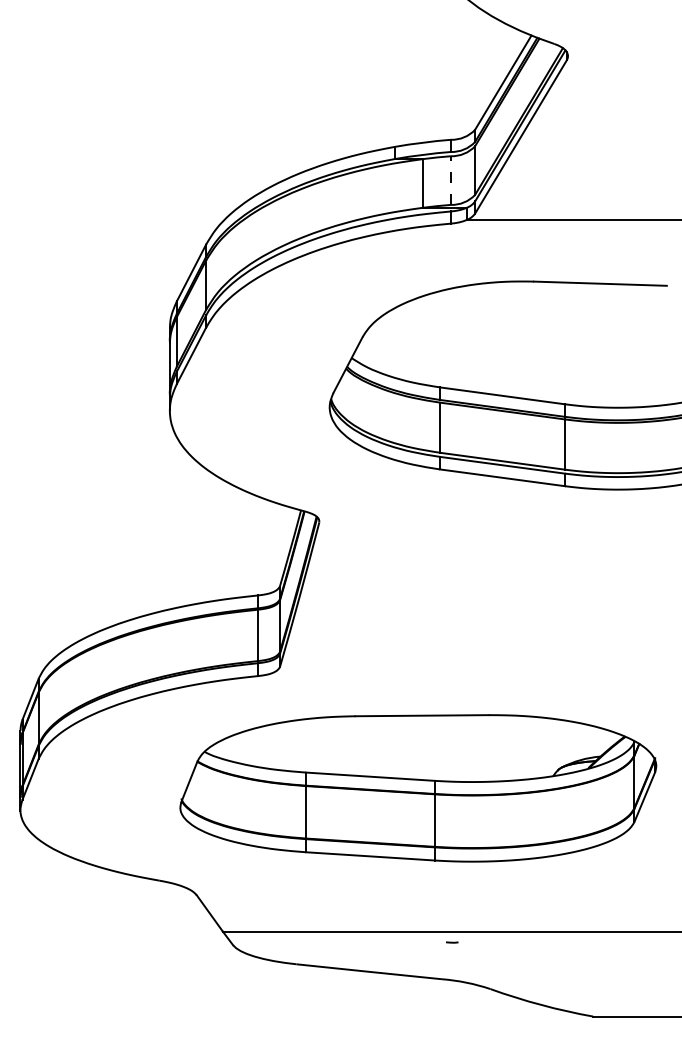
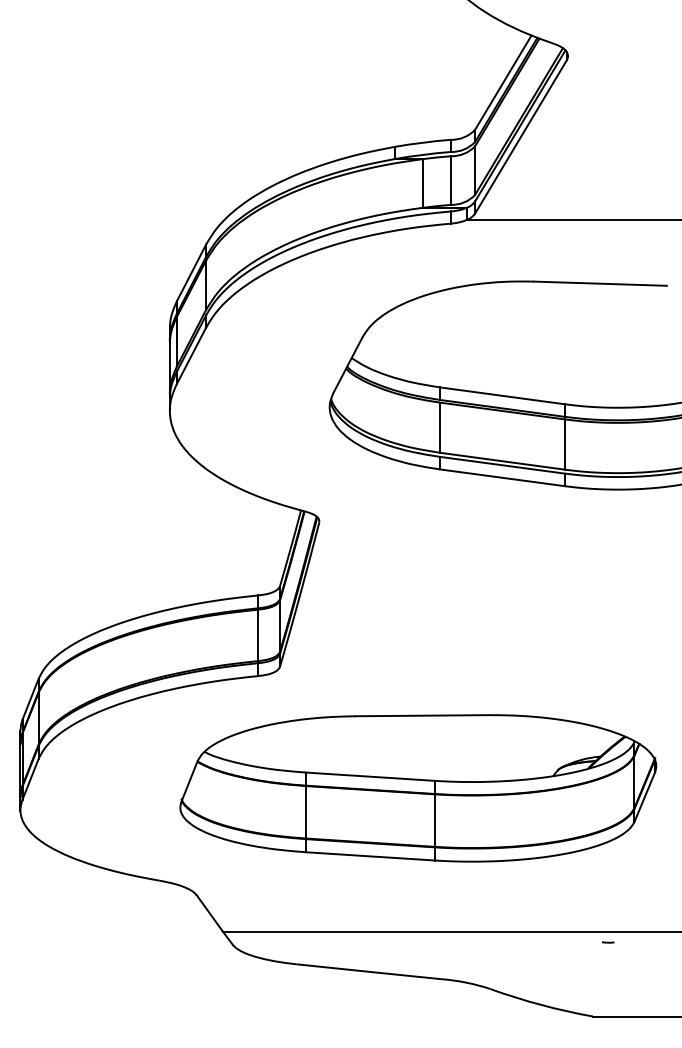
line at (450, 180): dashed -> solid
line at (452, 942) position: (452, 942) -> (608, 942)
